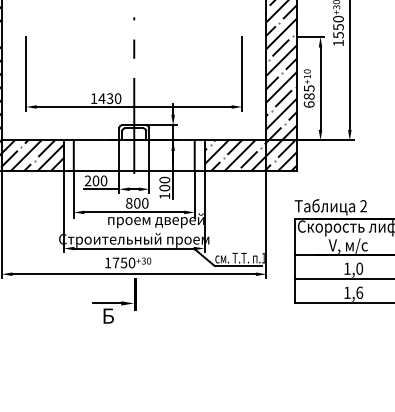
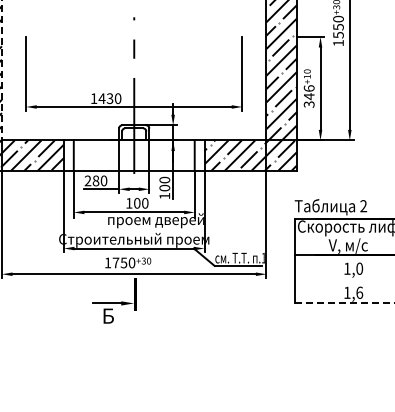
line at (1, 70): solid -> dashed
text at (308, 96): 685 -> 346
text at (95, 181): 200 -> 280
text at (129, 203): 800 -> 100
line at (342, 278): present -> none
line at (344, 302): solid -> dashed
